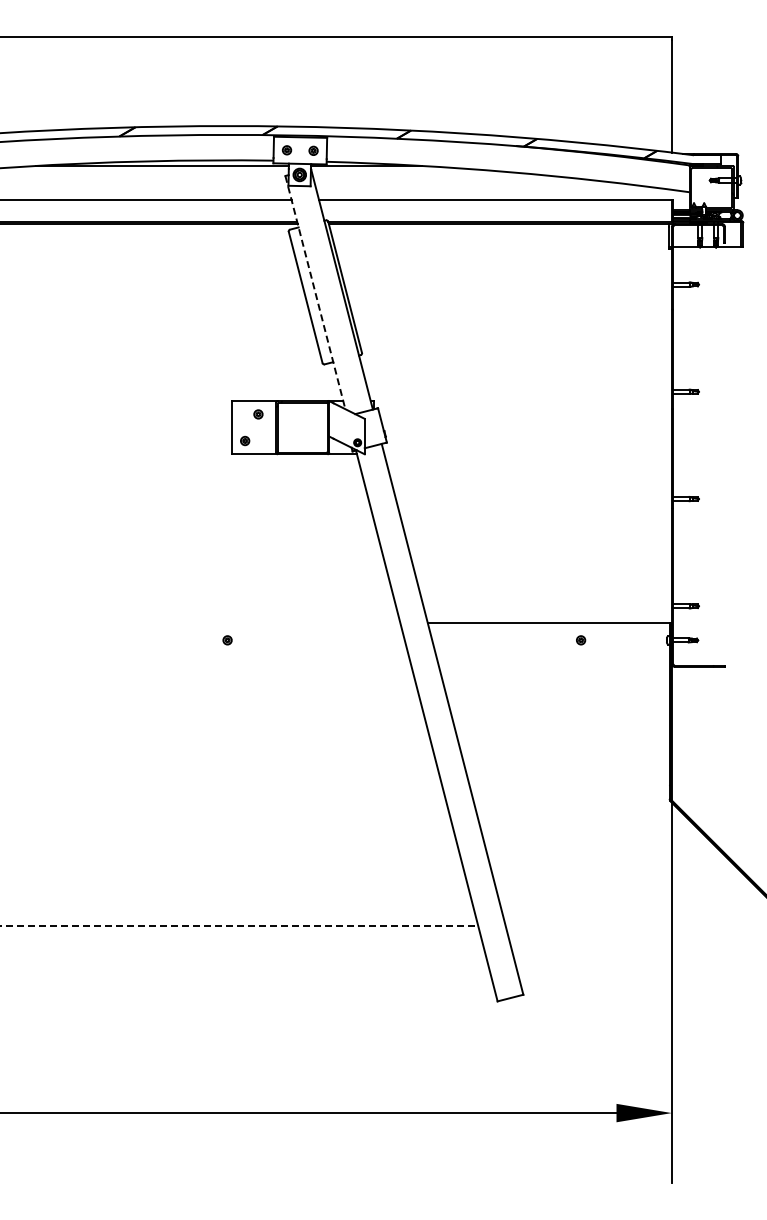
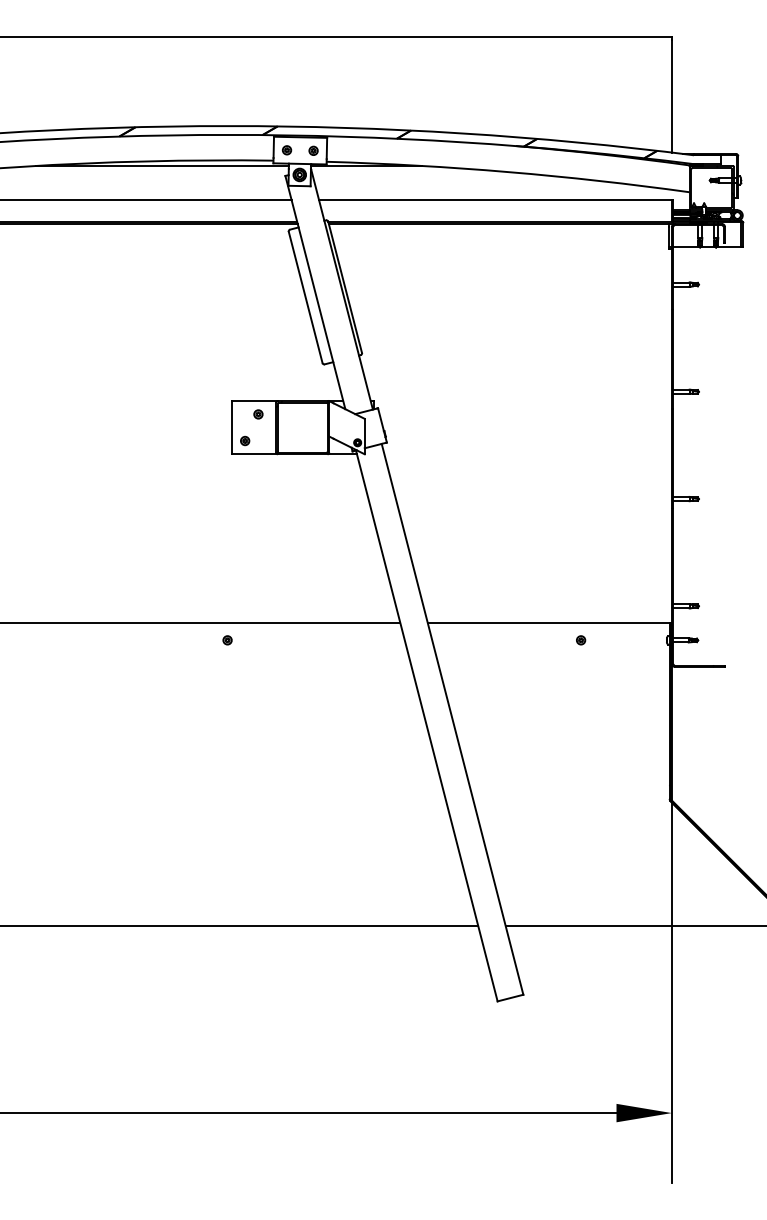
line at (315, 293): dashed -> solid
line at (201, 622): none -> present
line at (239, 925): dashed -> solid
line at (634, 925): none -> present
